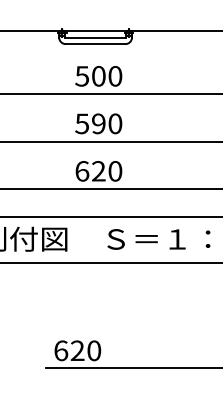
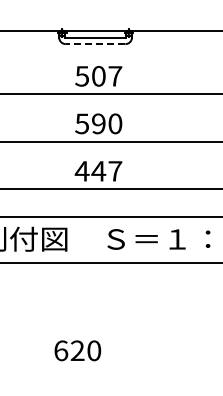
line at (95, 44): solid -> dashed
text at (115, 76): 500 -> 507
text at (98, 171): 620 -> 447
line at (132, 368): present -> none
